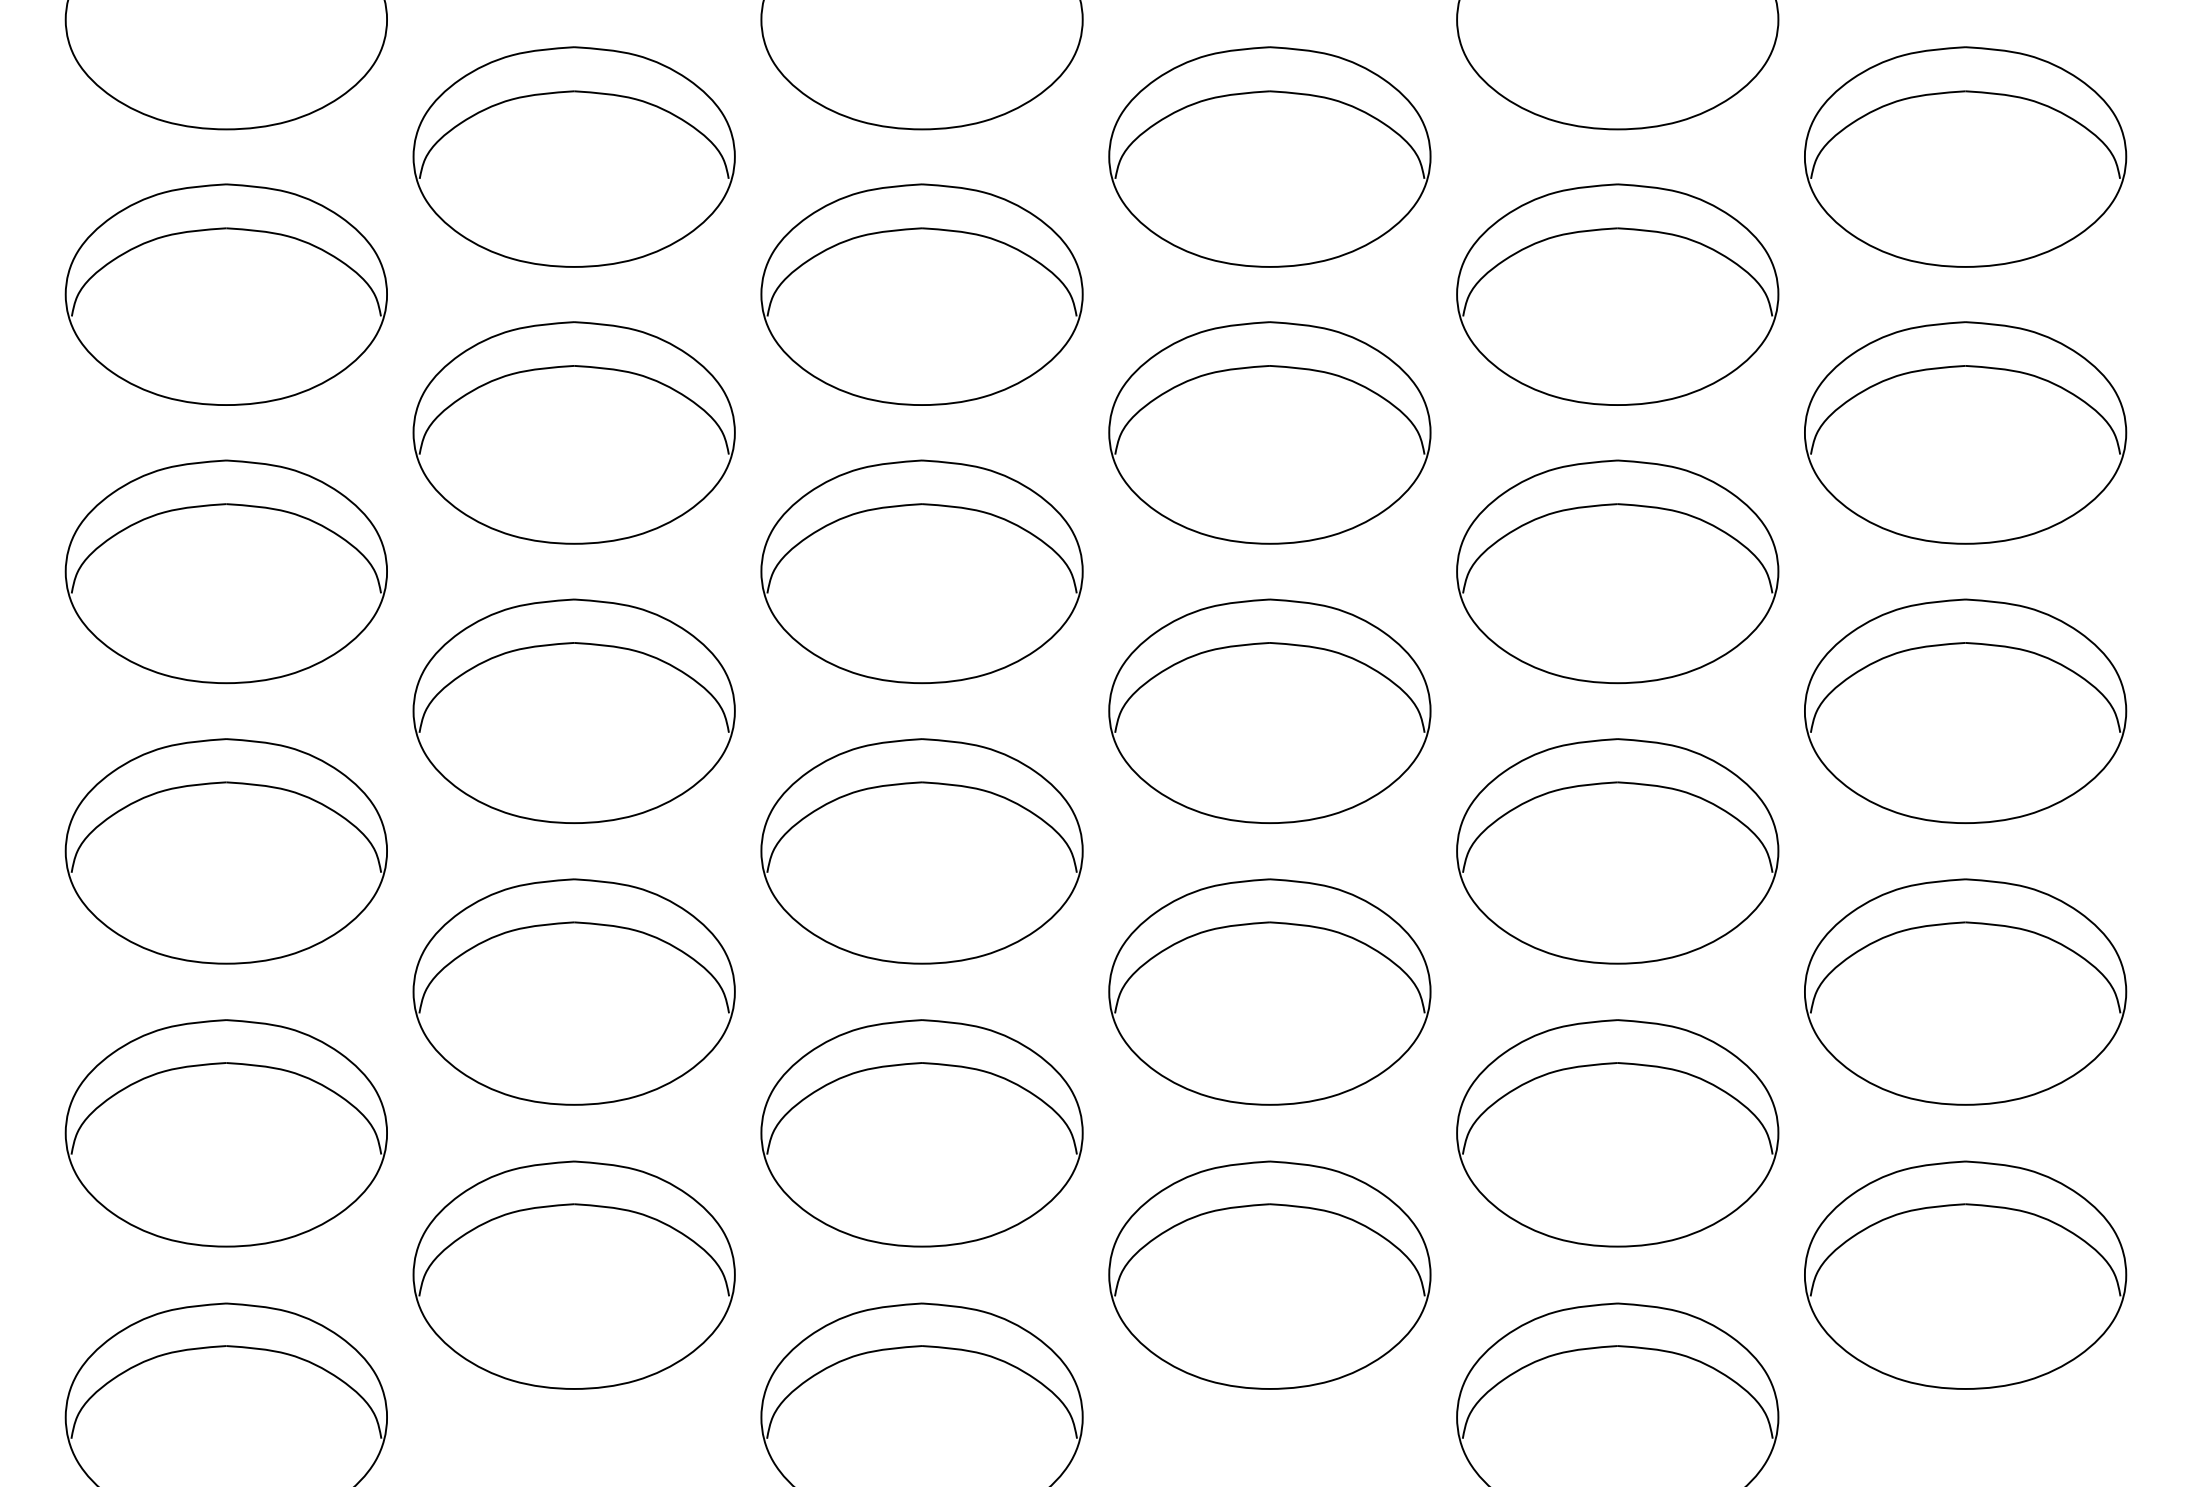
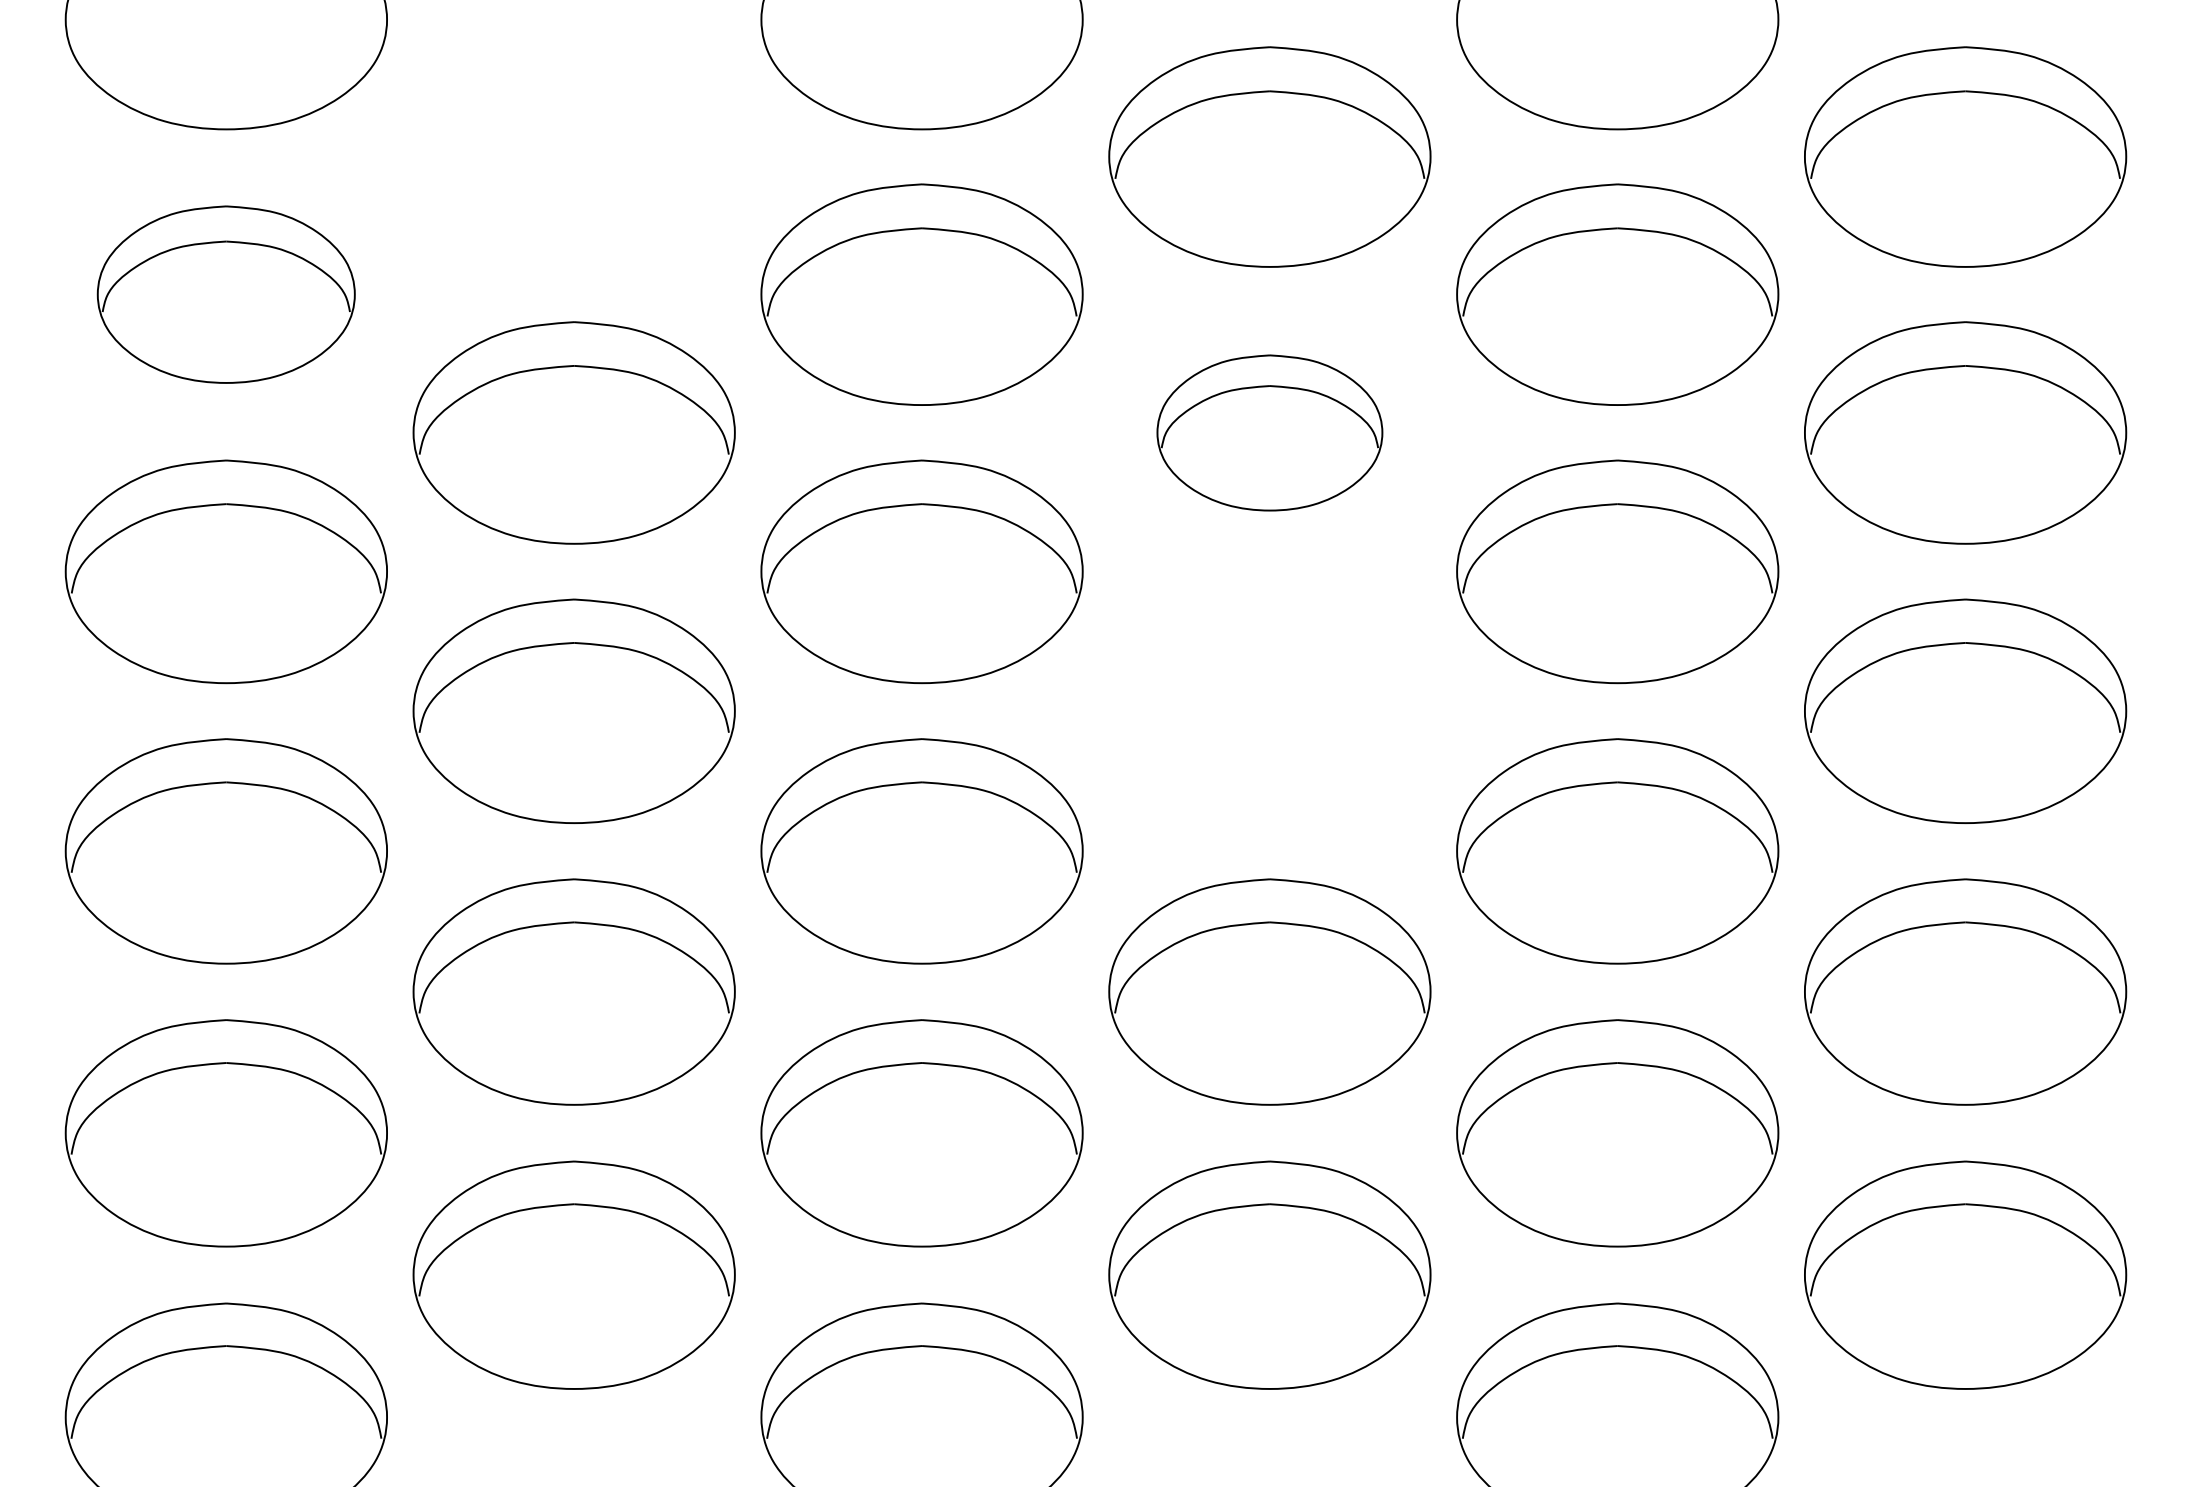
part at (573, 156): present -> none
part at (225, 294) size: 324x223 px -> 260x179 px
part at (1269, 432) size: 324x224 px -> 228x158 px
part at (1269, 710): present -> none
